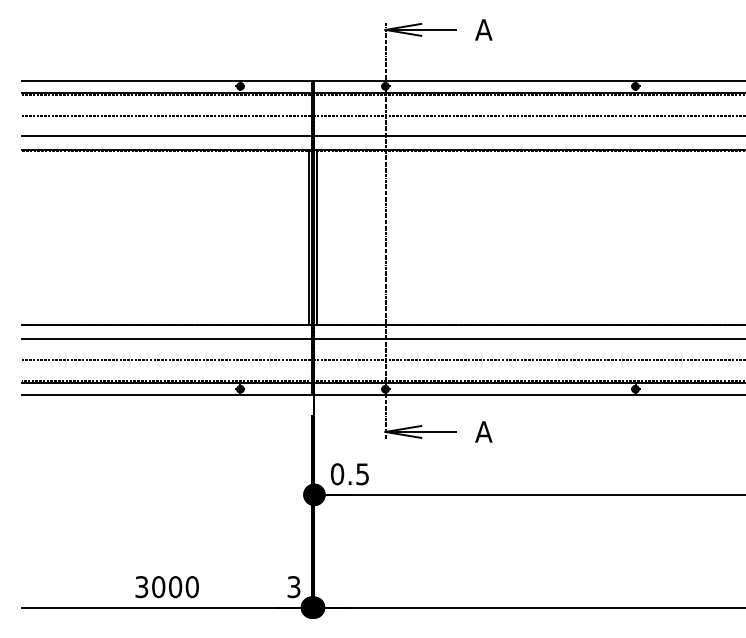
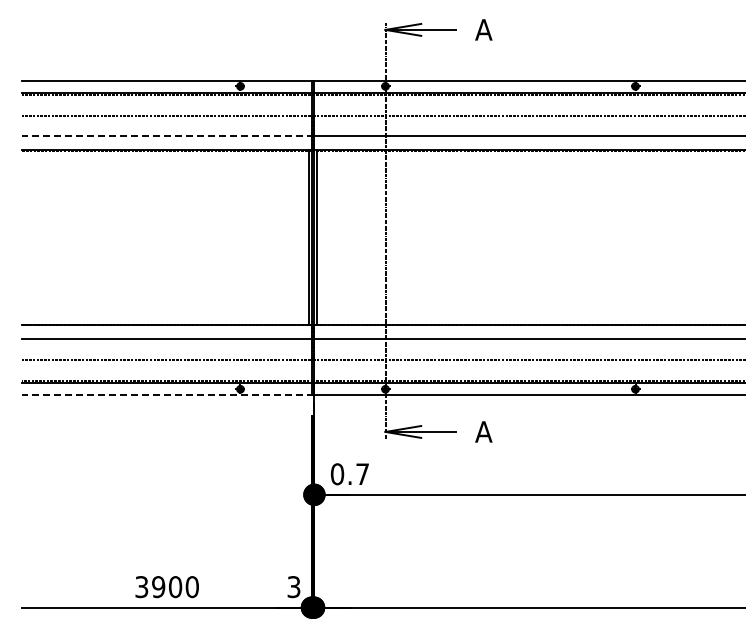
line at (168, 136): solid -> dashed
line at (168, 394): solid -> dashed
text at (362, 474): 0.5 -> 0.7
text at (158, 587): 3000 -> 3900
